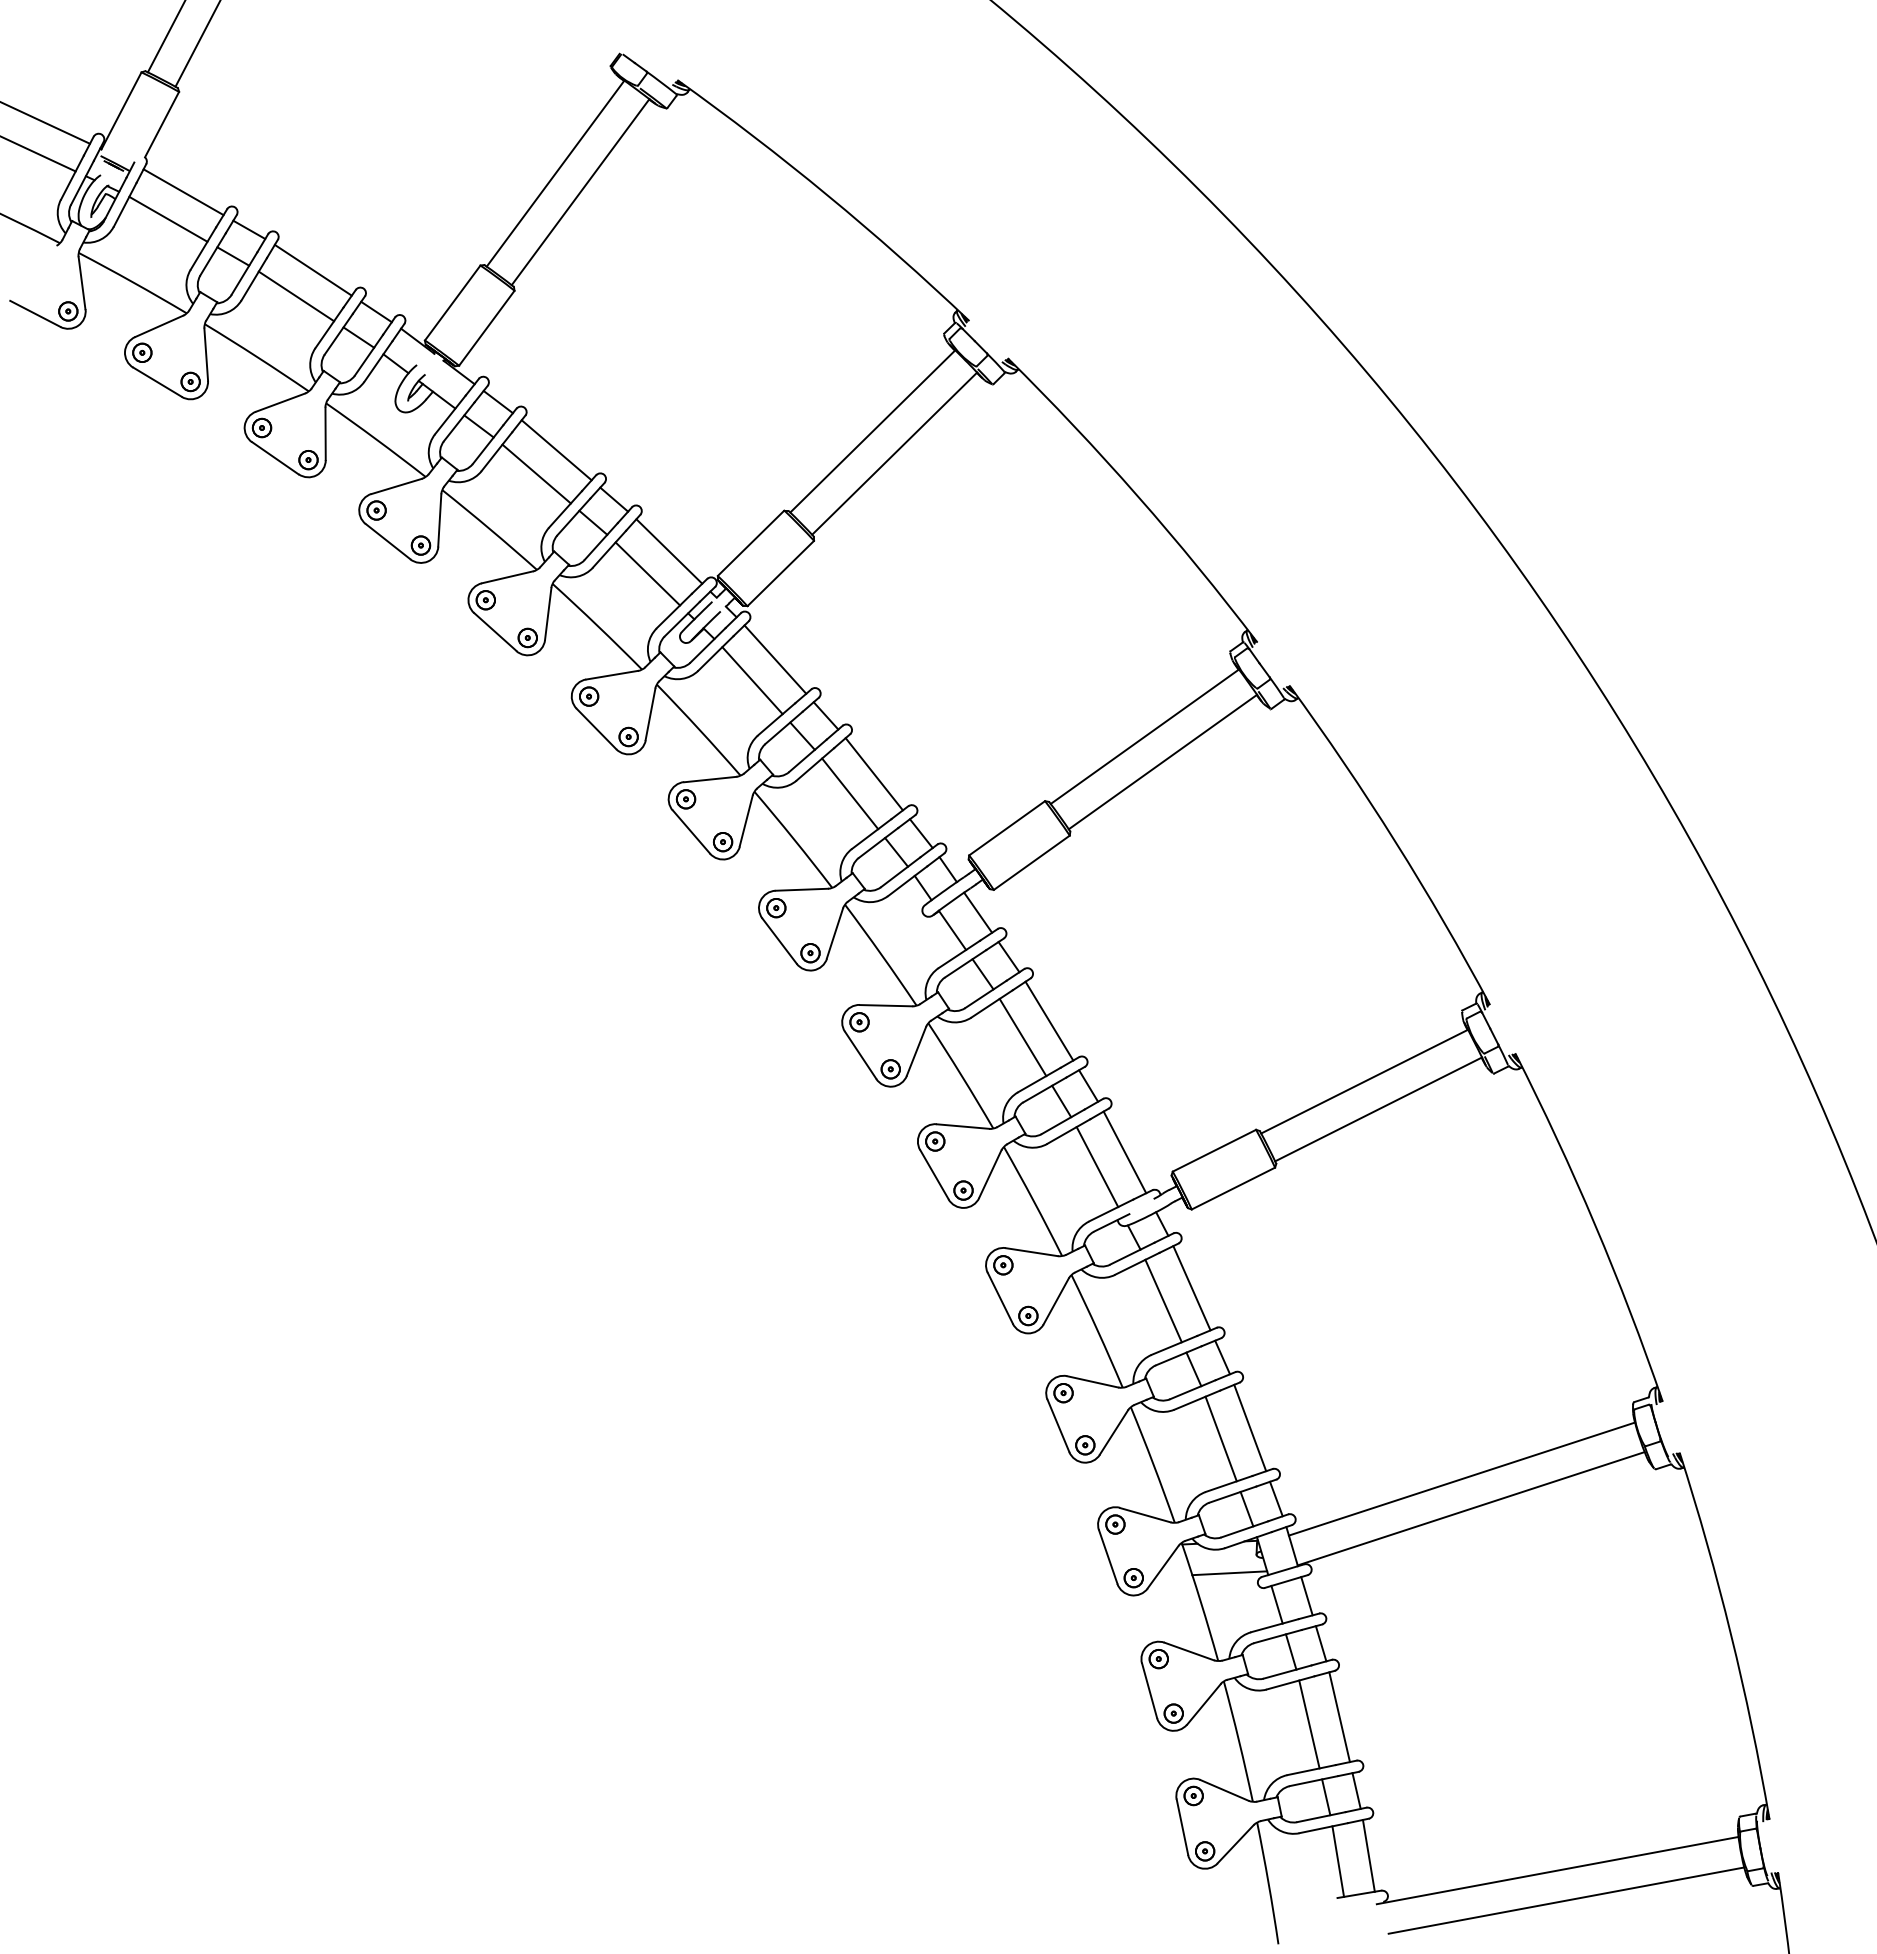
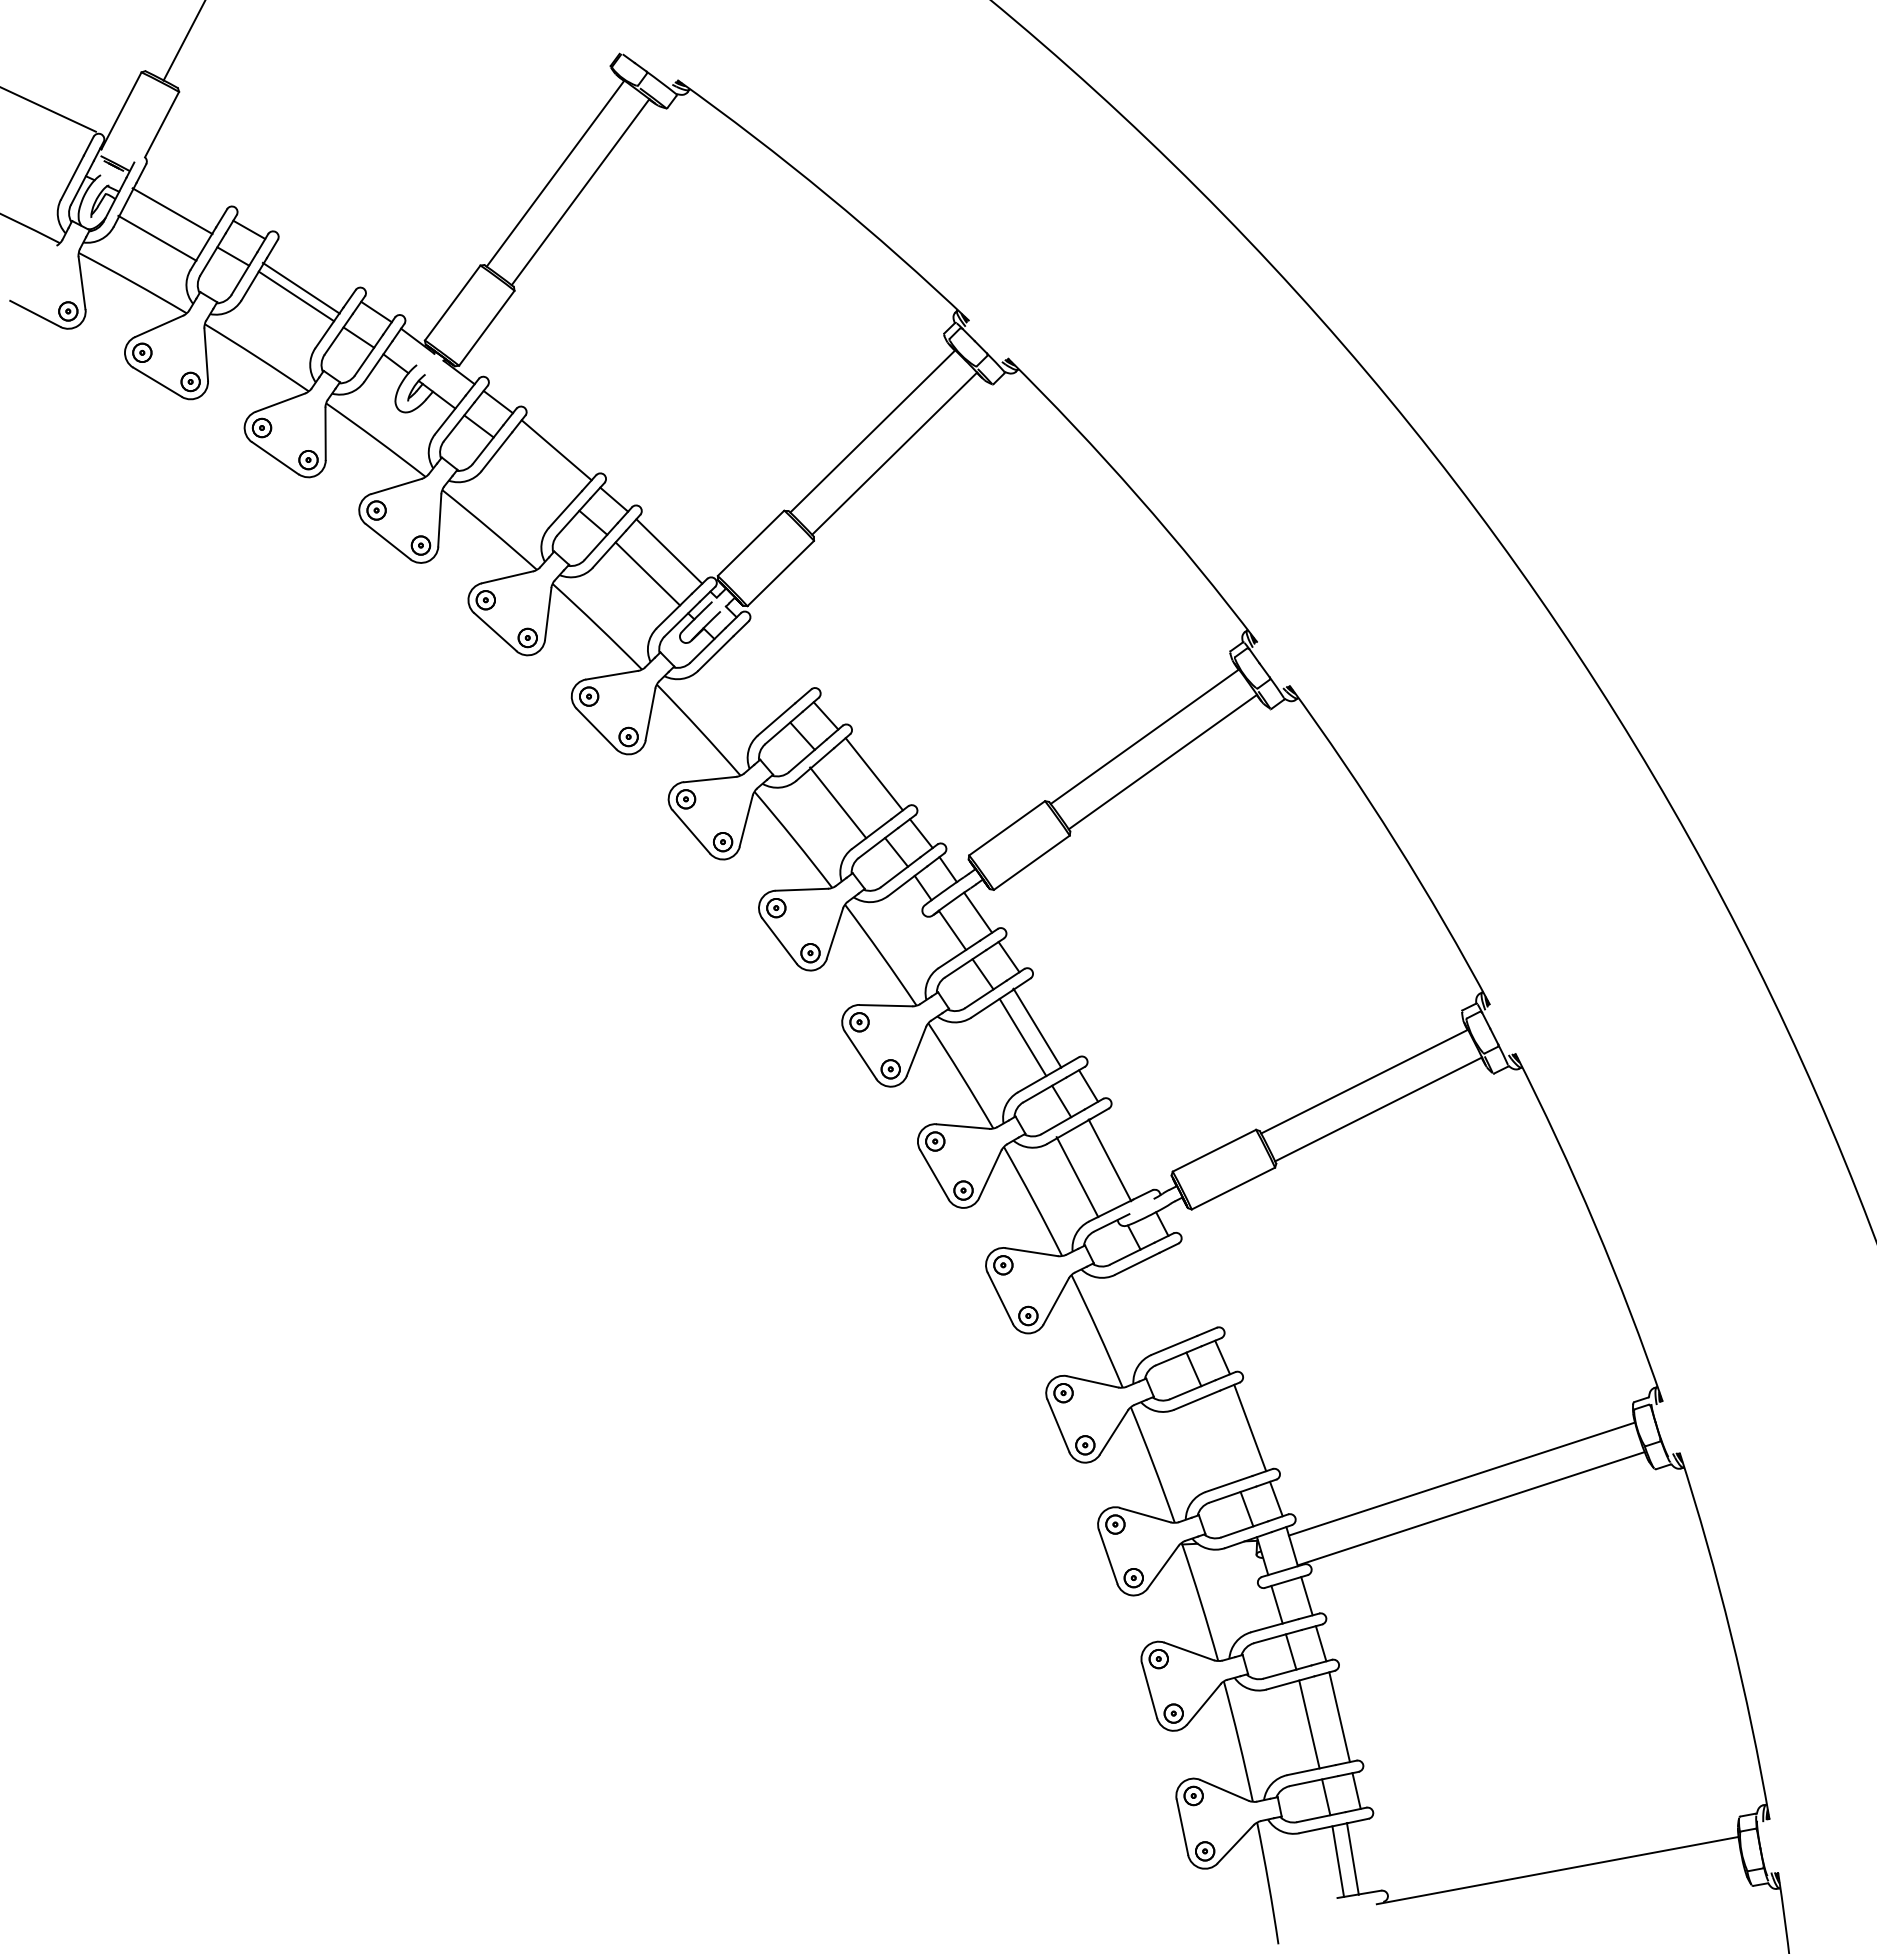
line at (165, 37): present -> none
line at (197, 44) position: (197, 44) -> (183, 41)
line at (45, 123) position: (45, 123) -> (48, 109)
line at (38, 154): present -> none
line at (183, 192) position: (183, 192) -> (172, 211)
line at (168, 218) position: (168, 218) -> (157, 237)
line at (312, 269) position: (312, 269) -> (300, 287)
line at (536, 473): present -> none
line at (775, 659): present -> none
line at (752, 680): present -> none
line at (850, 793) position: (850, 793) -> (838, 802)
line at (1049, 1020) position: (1049, 1020) -> (1037, 1027)
line at (1124, 1152) position: (1124, 1152) -> (1109, 1160)
line at (1097, 1167) position: (1097, 1167) -> (1077, 1177)
line at (1191, 1288): present -> none
line at (1163, 1300): present -> none
line at (1220, 1438): present -> none
line at (1229, 1573): present -> none
line at (1368, 1855) position: (1368, 1855) -> (1352, 1858)
line at (1566, 1900): present -> none
